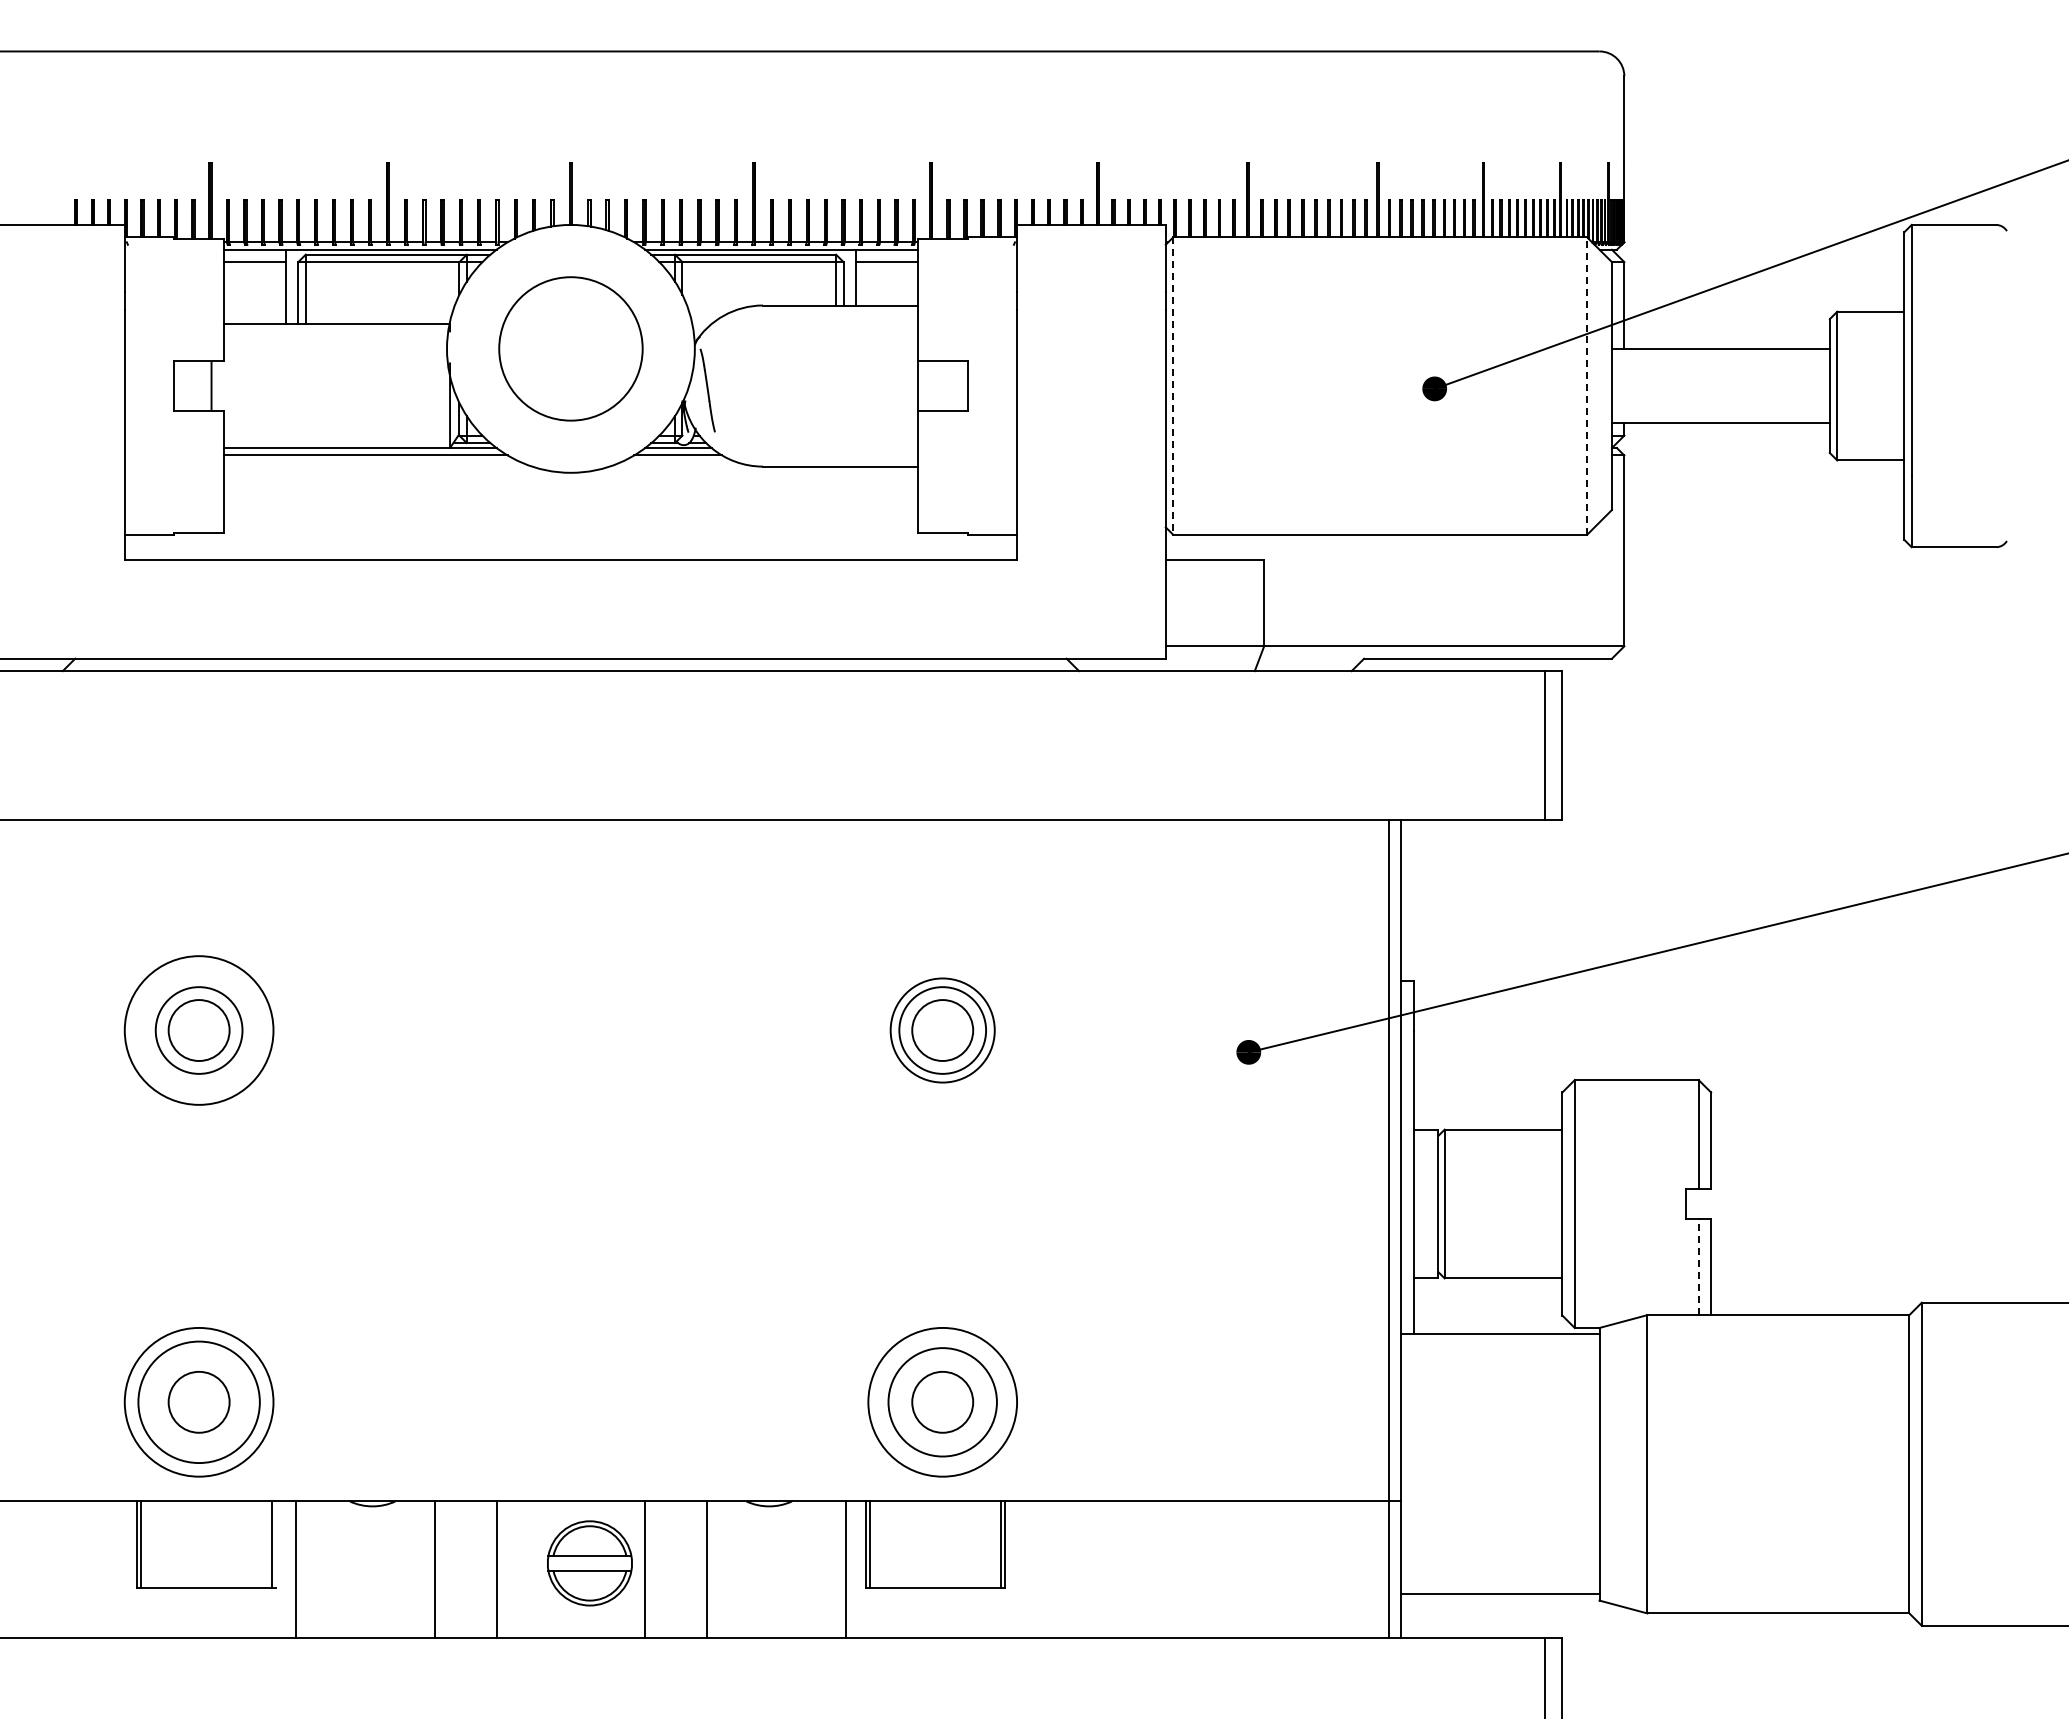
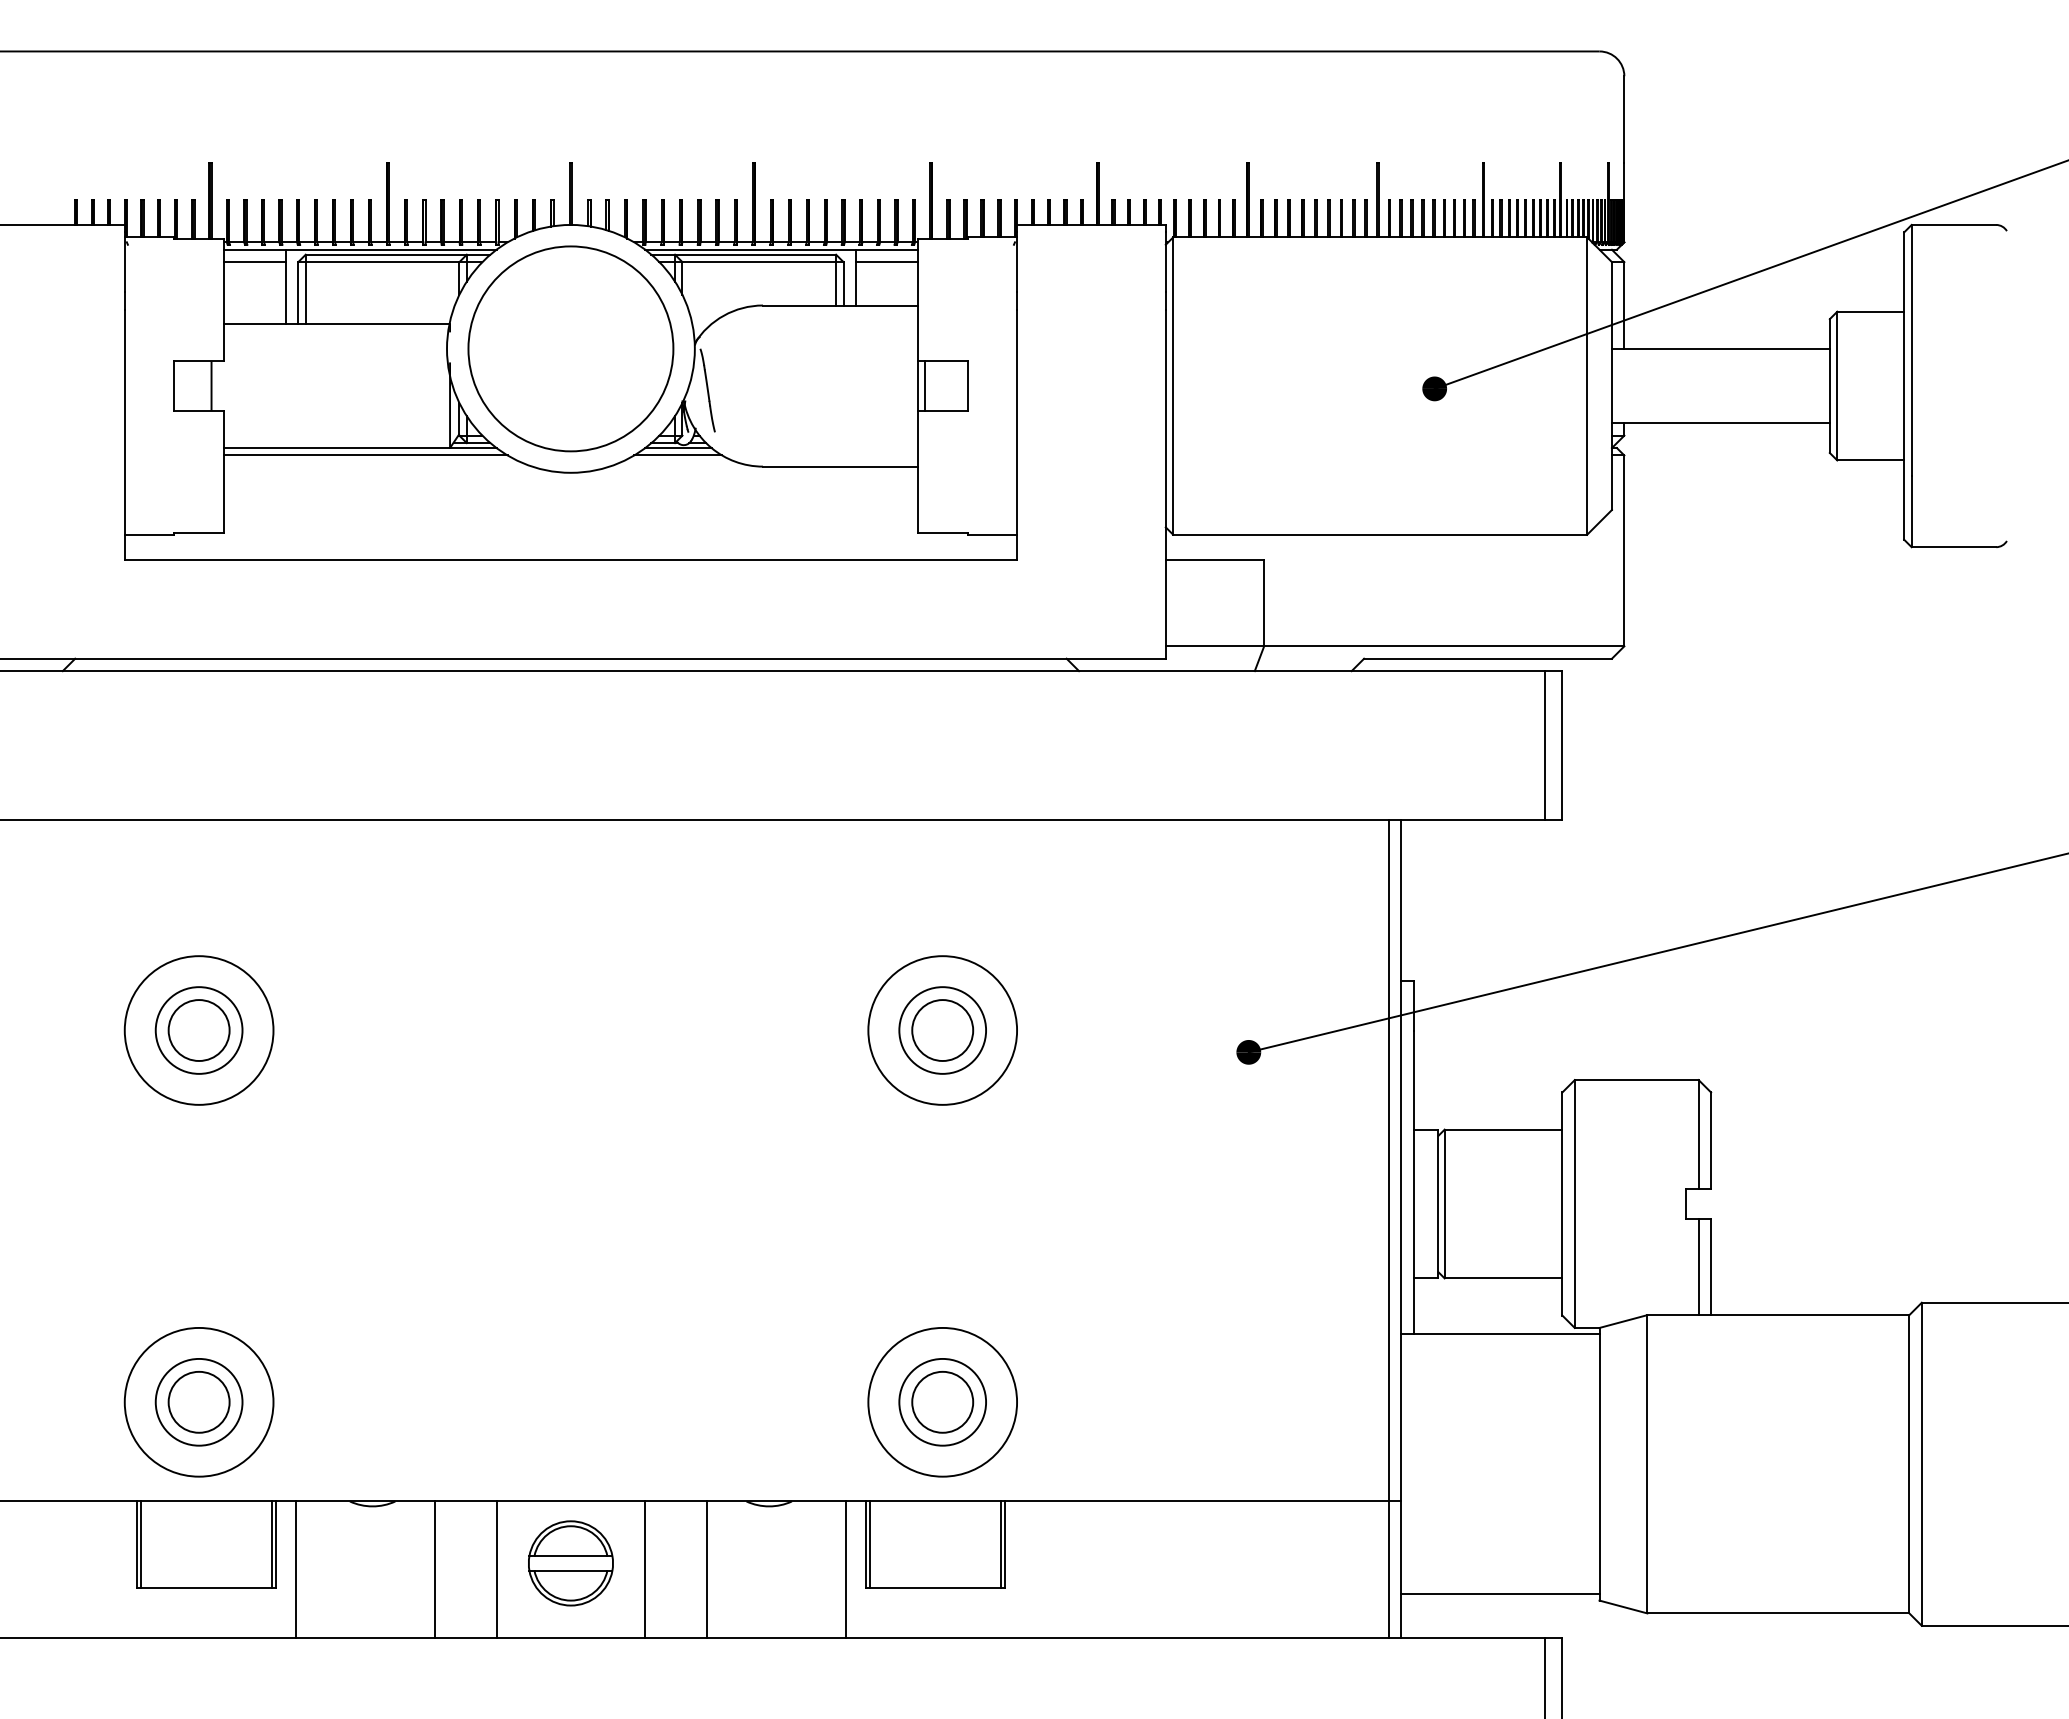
circle at (570, 348) size: 146x146 px -> 208x208 px
line at (925, 385): none -> present
line at (1173, 386): dashed -> solid
line at (1587, 386): dashed -> solid
circle at (942, 1030) diameter: 104 px -> 149 px
line at (1698, 1266): dashed -> solid
circle at (198, 1402) diameter: 121 px -> 87 px
circle at (942, 1402) diameter: 108 px -> 87 px
line at (275, 1544): none -> present
part at (589, 1563) position: (589, 1563) -> (570, 1563)
